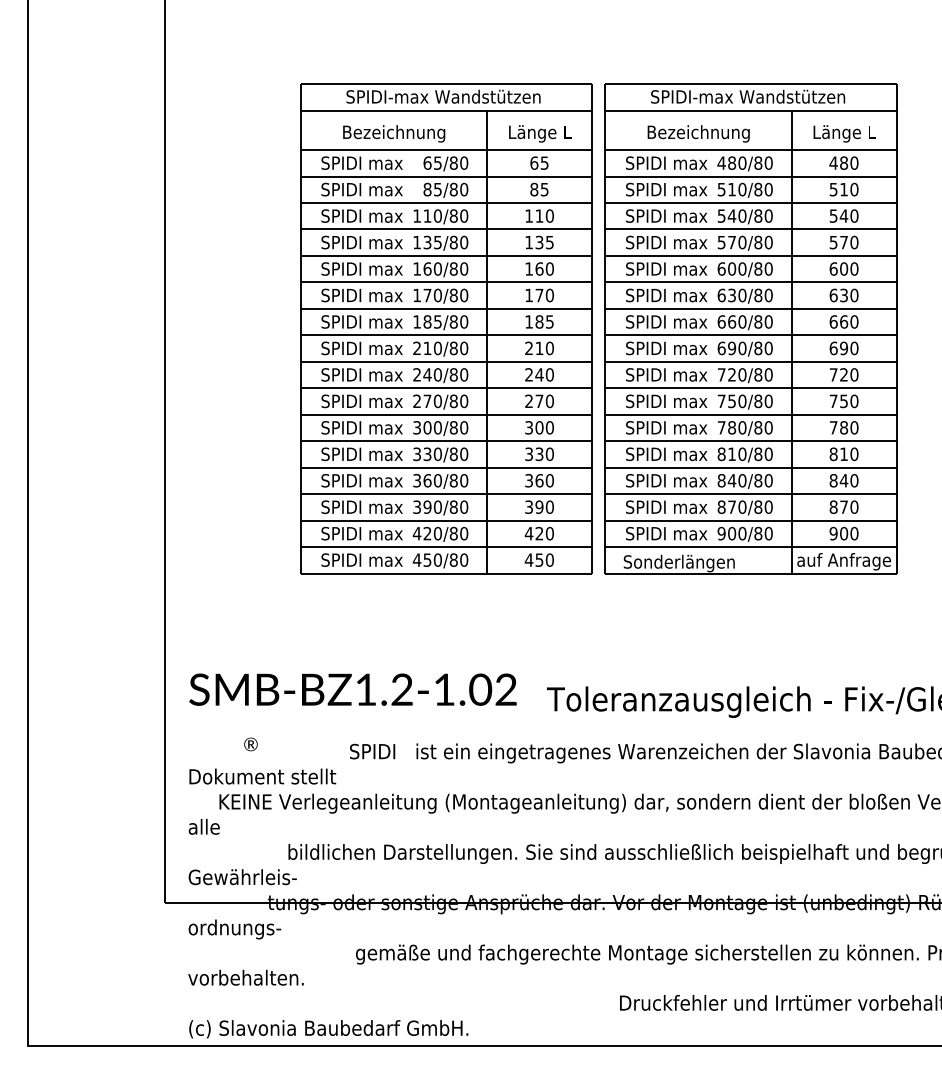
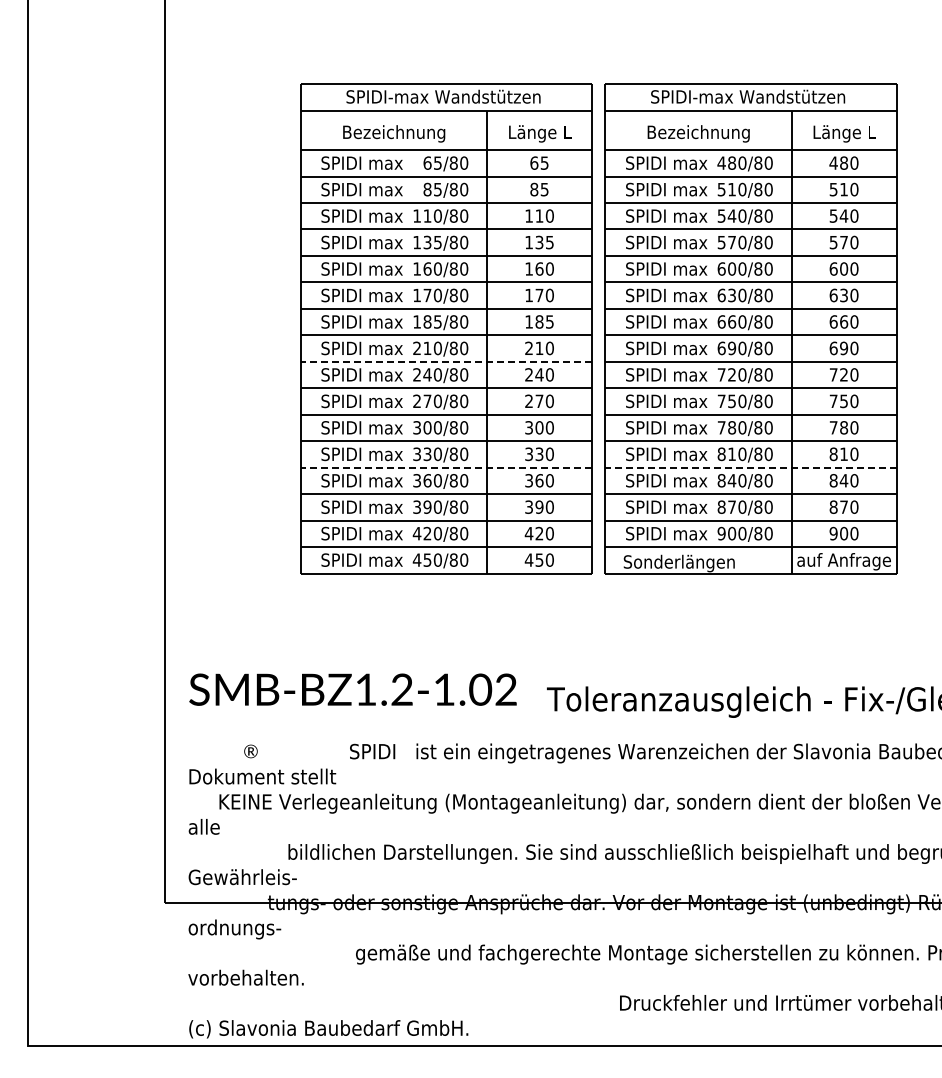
line at (446, 361): solid -> dashed
line at (446, 467): solid -> dashed
line at (750, 467): solid -> dashed
text at (250, 744) position: (250, 744) -> (250, 751)
